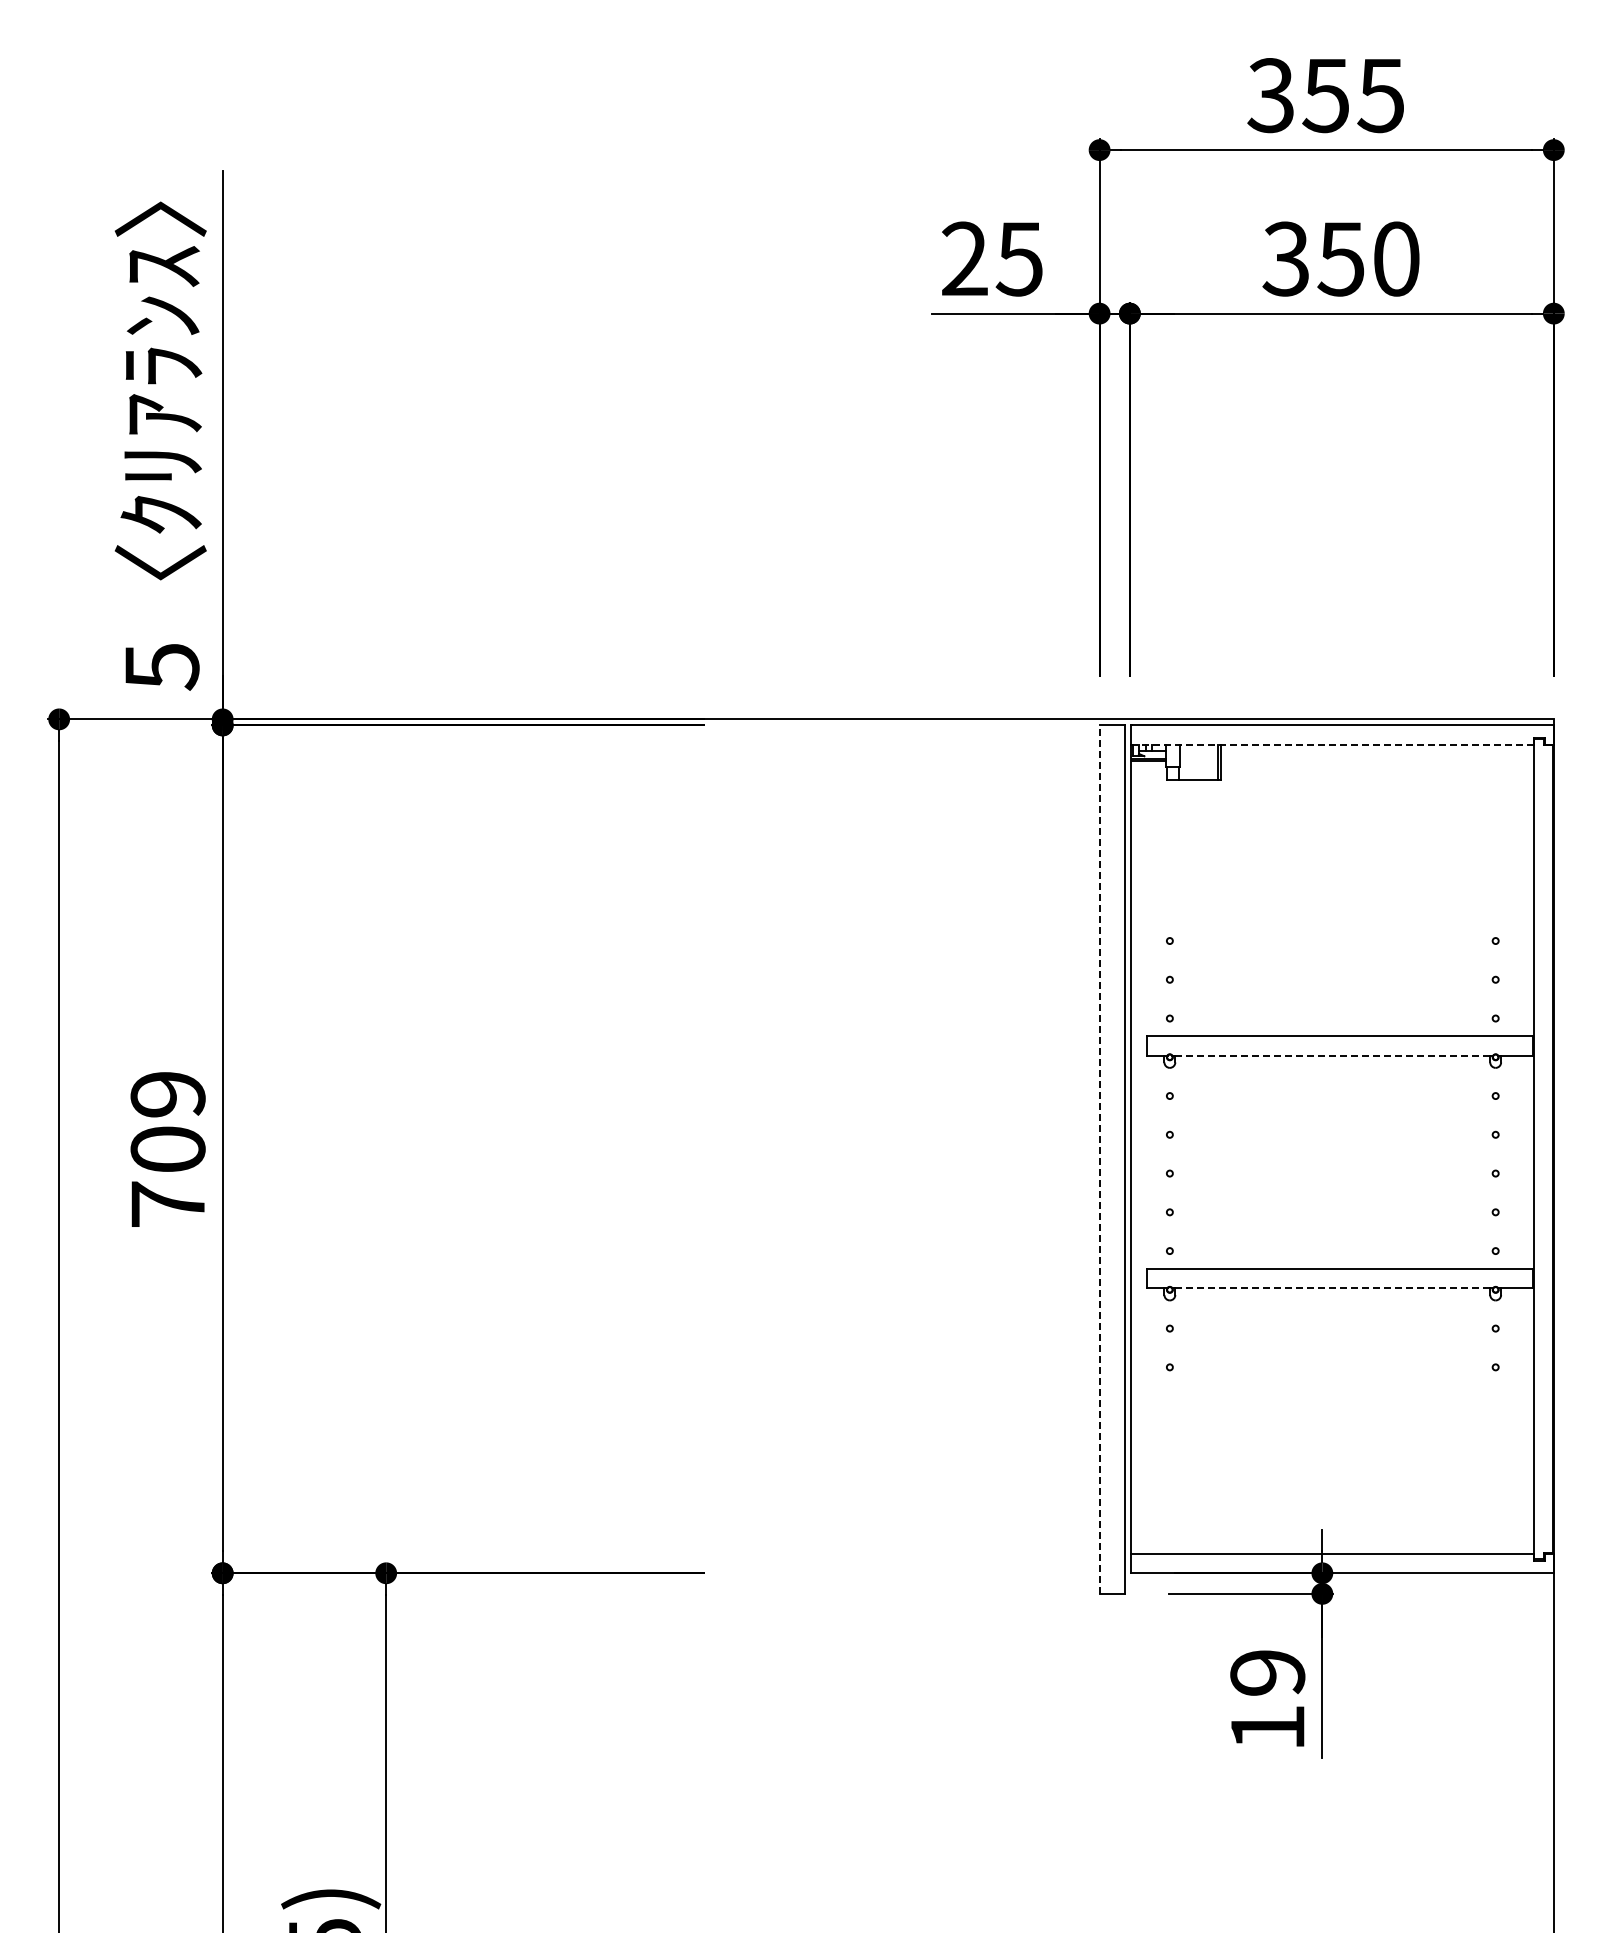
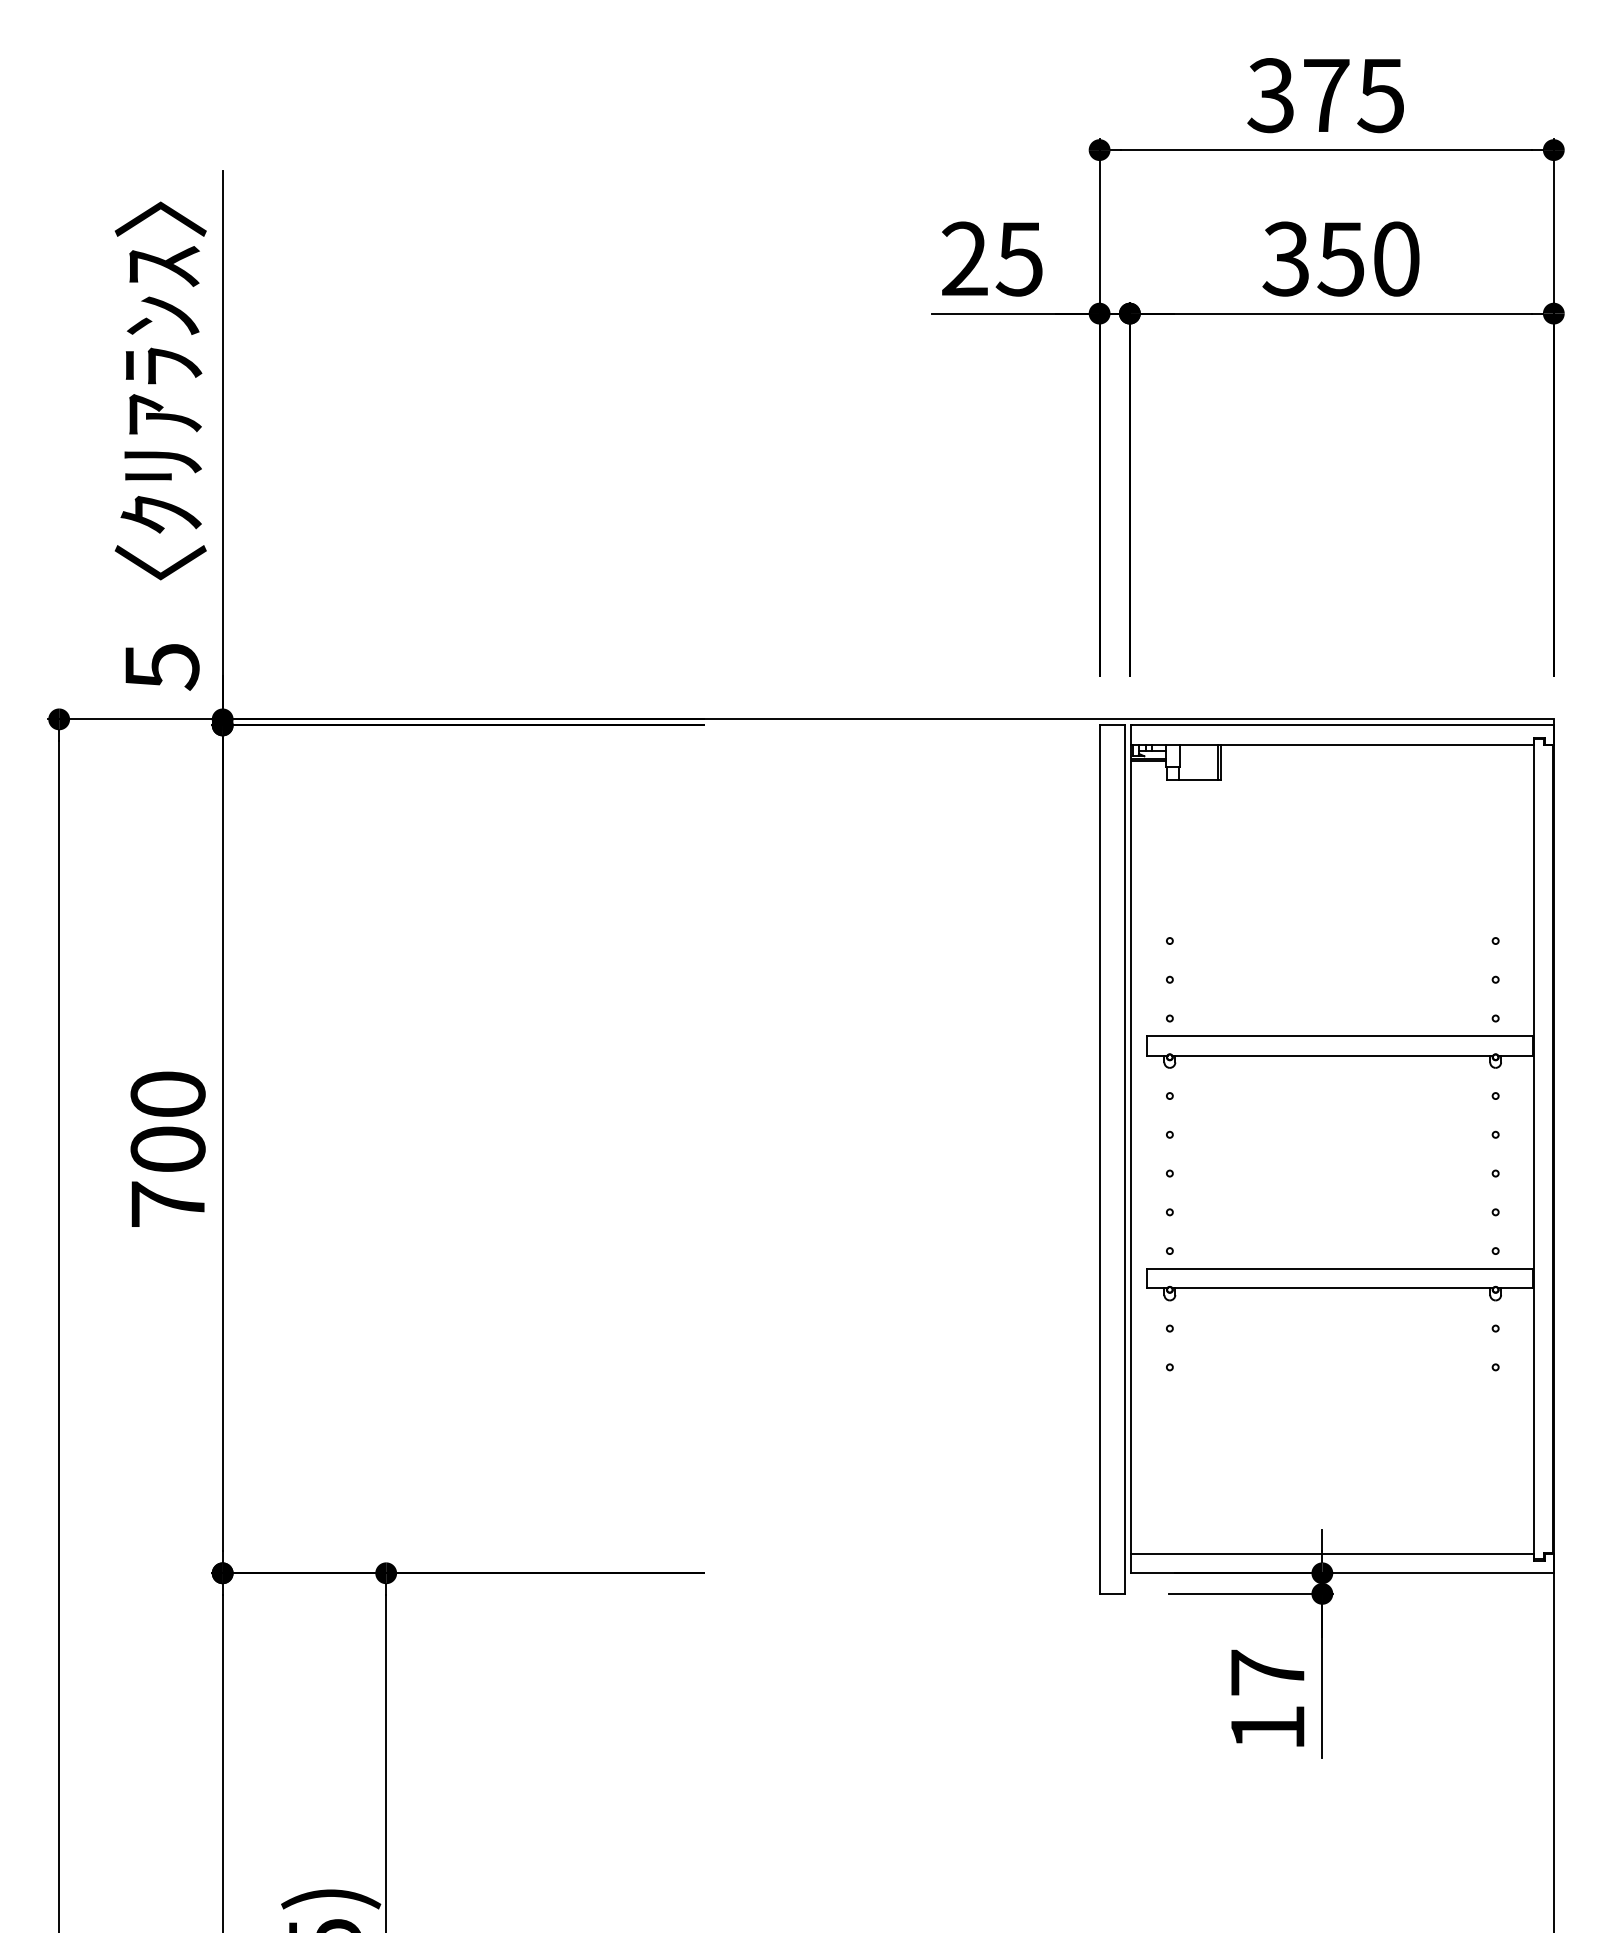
text at (1325, 96): 355 -> 375
line at (1332, 744): dashed -> solid
line at (1333, 1055): dashed -> solid
text at (167, 1094): 709 -> 700
line at (1099, 1159): dashed -> solid
line at (1333, 1288): dashed -> solid
text at (1267, 1672): 19 -> 17
